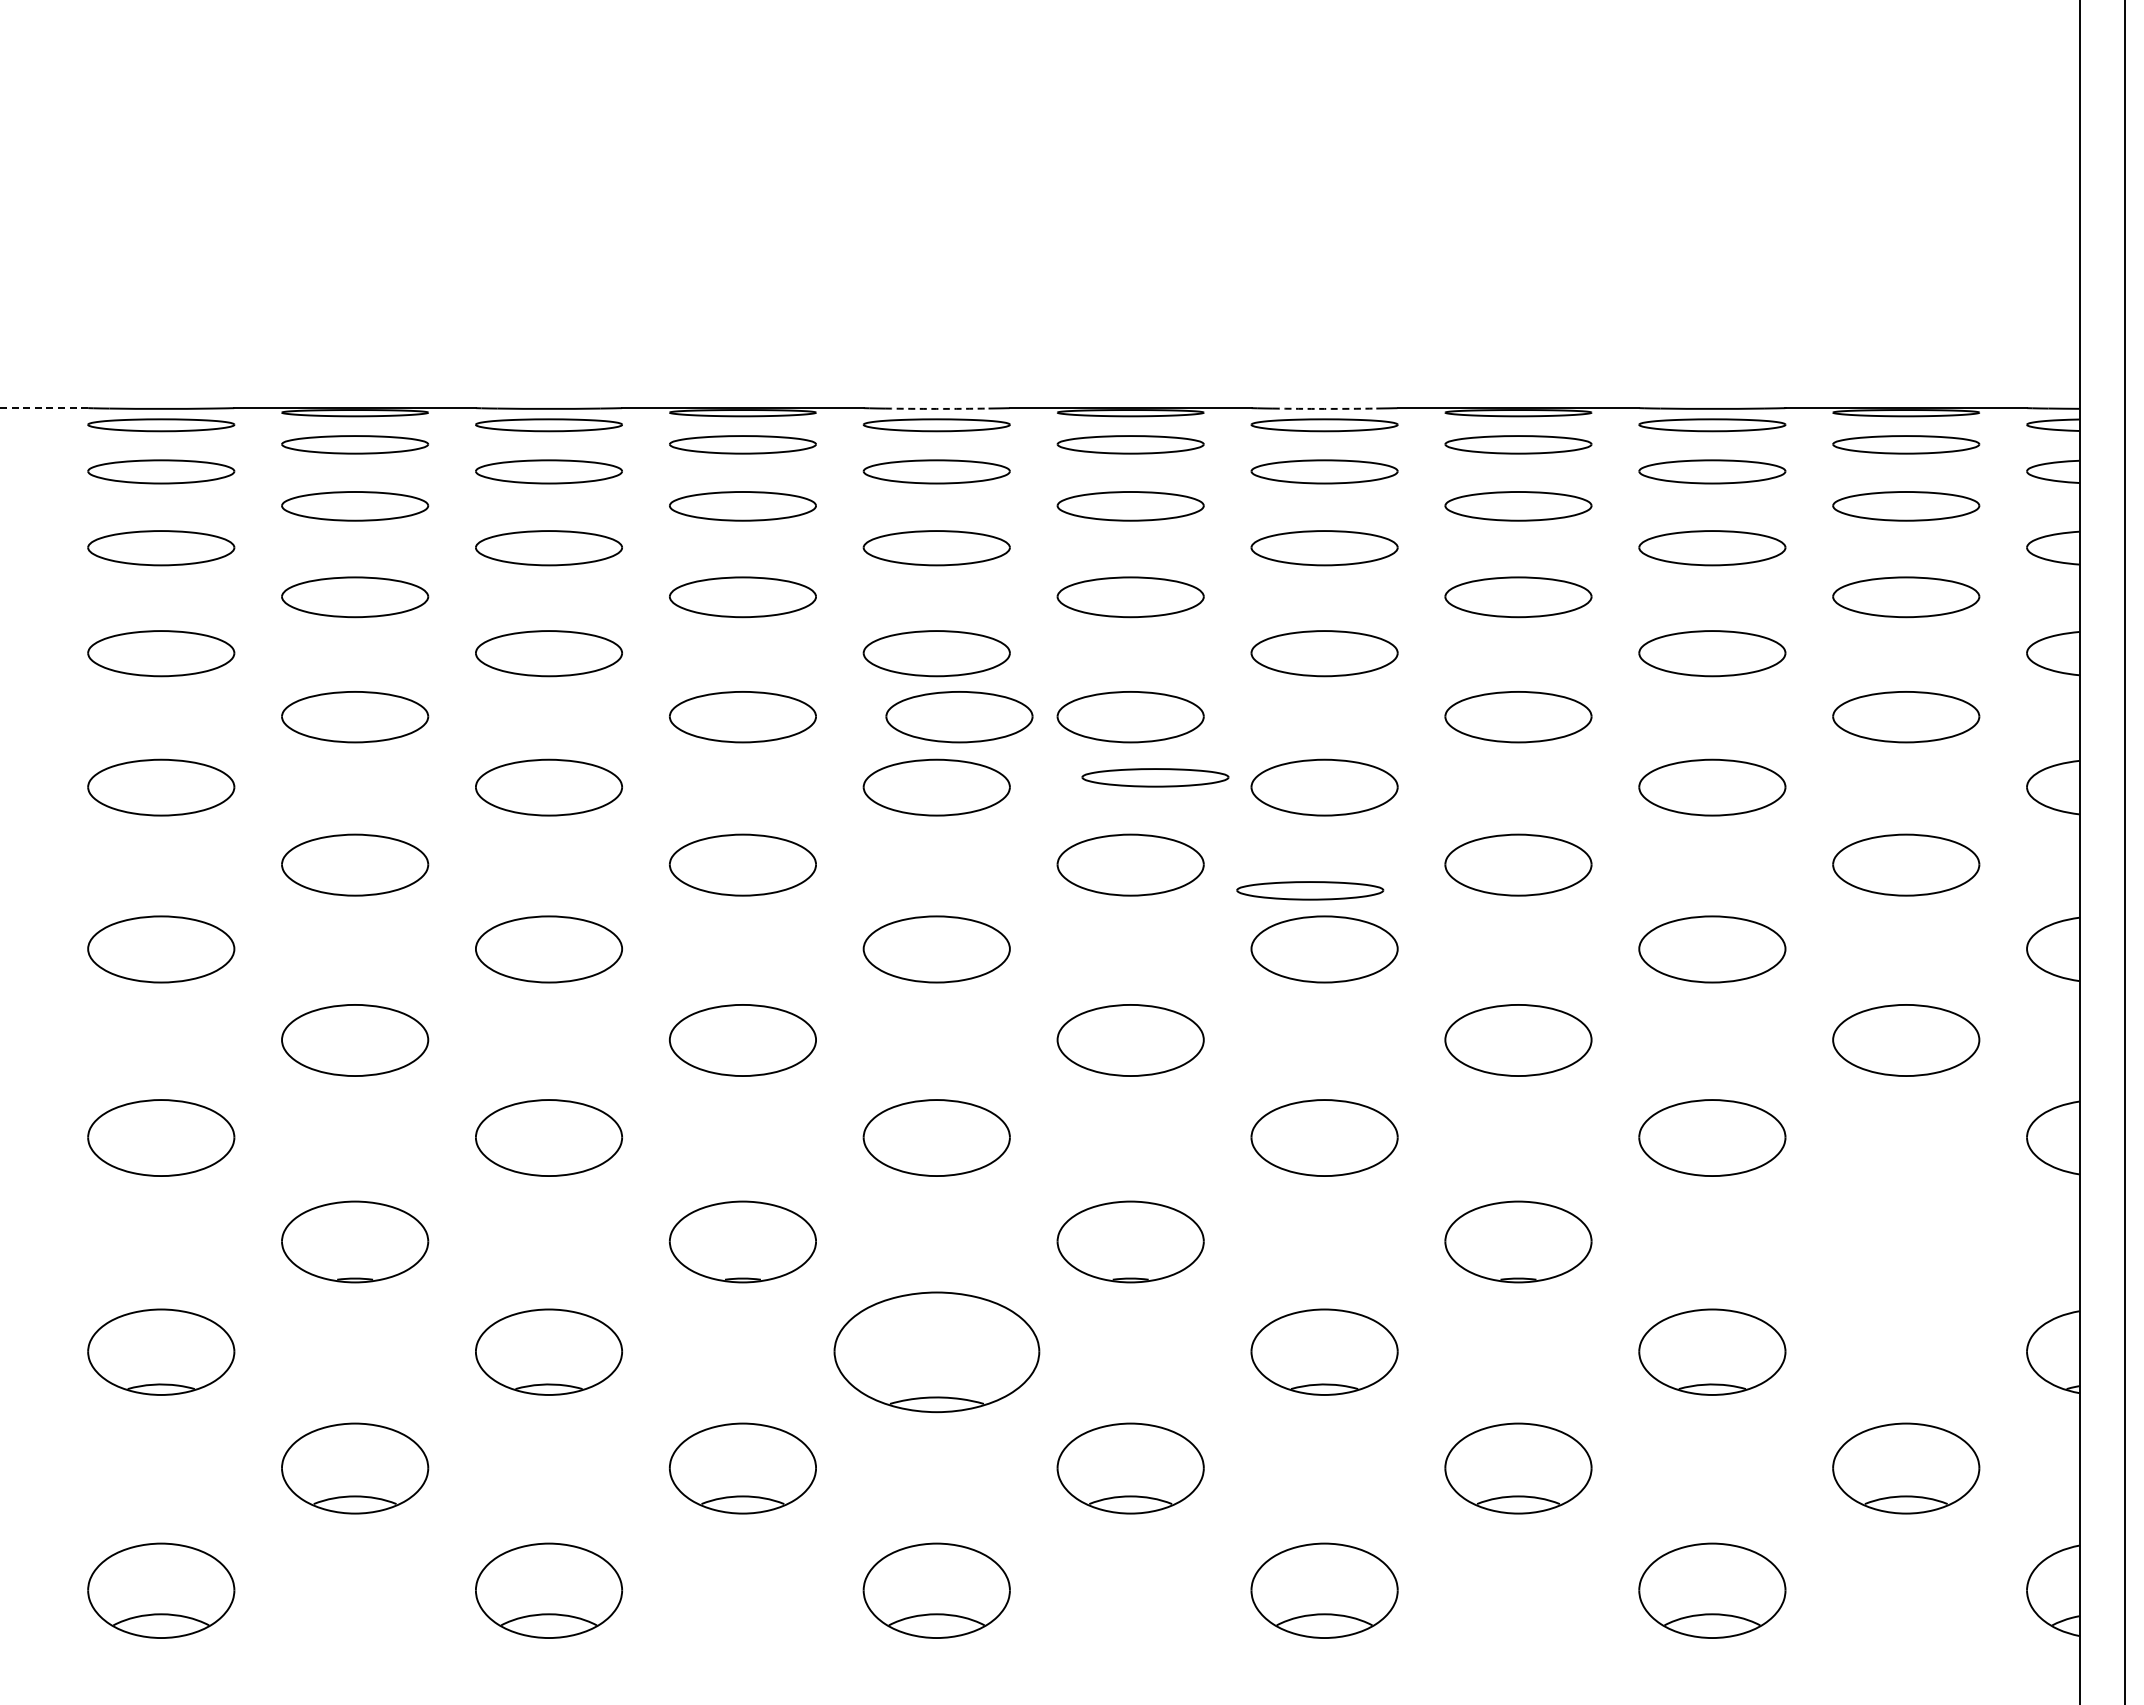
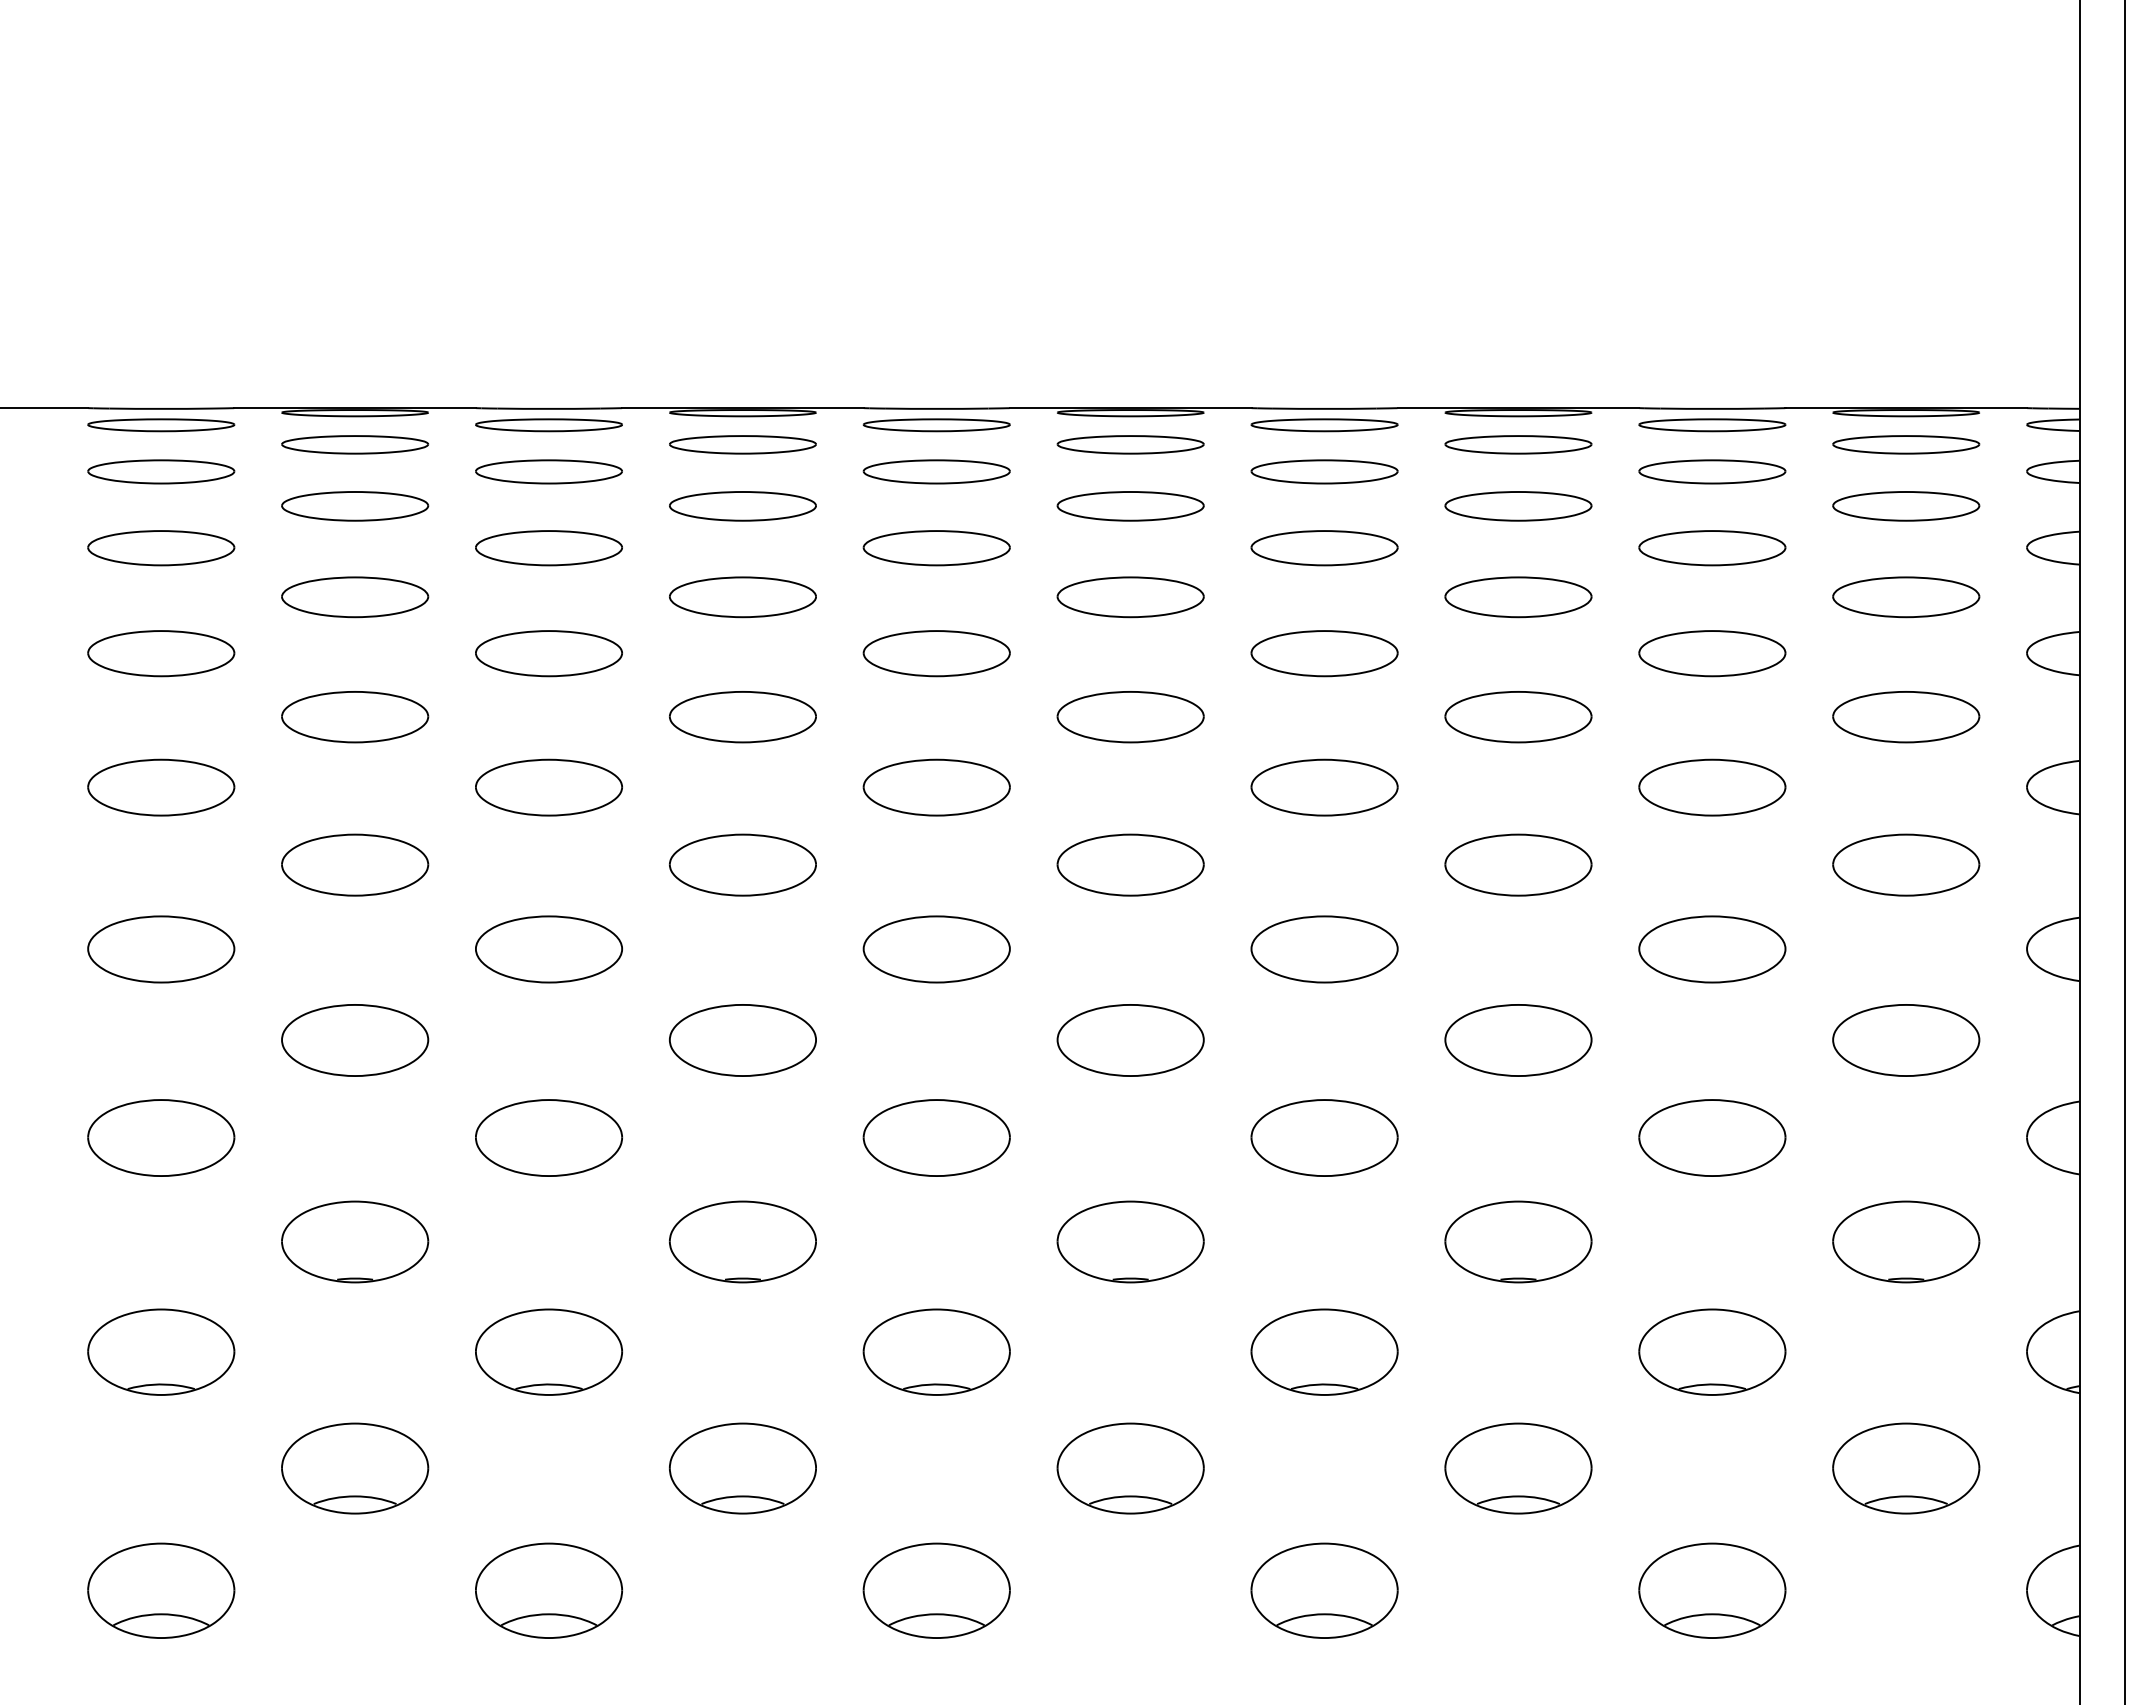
line at (44, 408): dashed -> solid
arc at (936, 408): dashed -> solid
arc at (1324, 408): dashed -> solid
part at (959, 717): present -> none
part at (1155, 777): present -> none
part at (1310, 890): present -> none
part at (1906, 1241): none -> present
part at (936, 1352) size: 208x123 px -> 149x88 px
